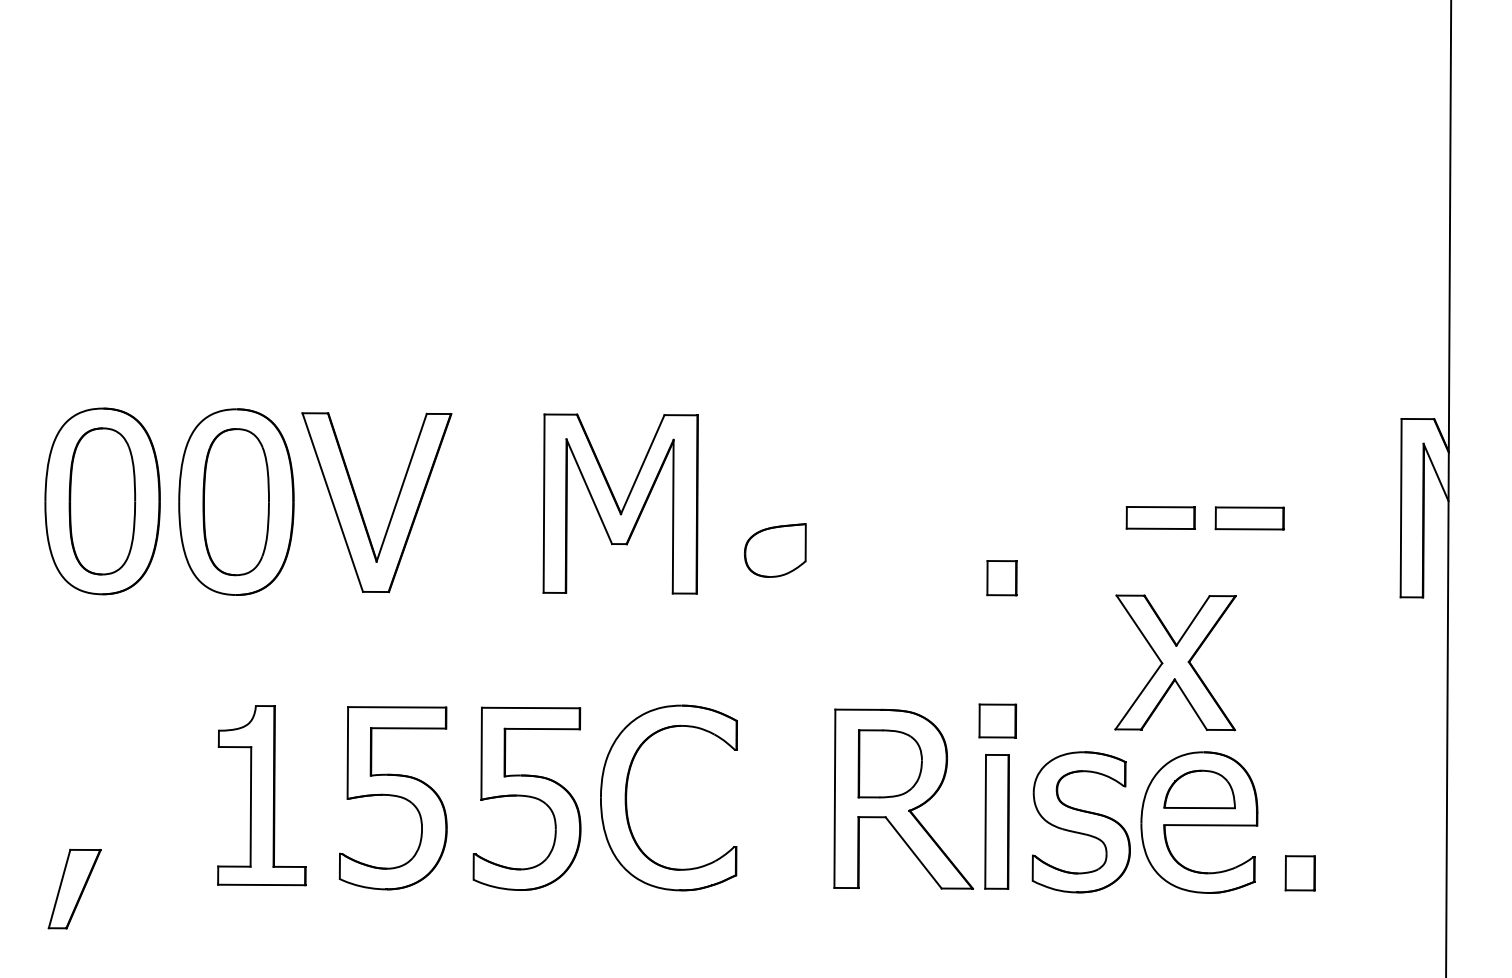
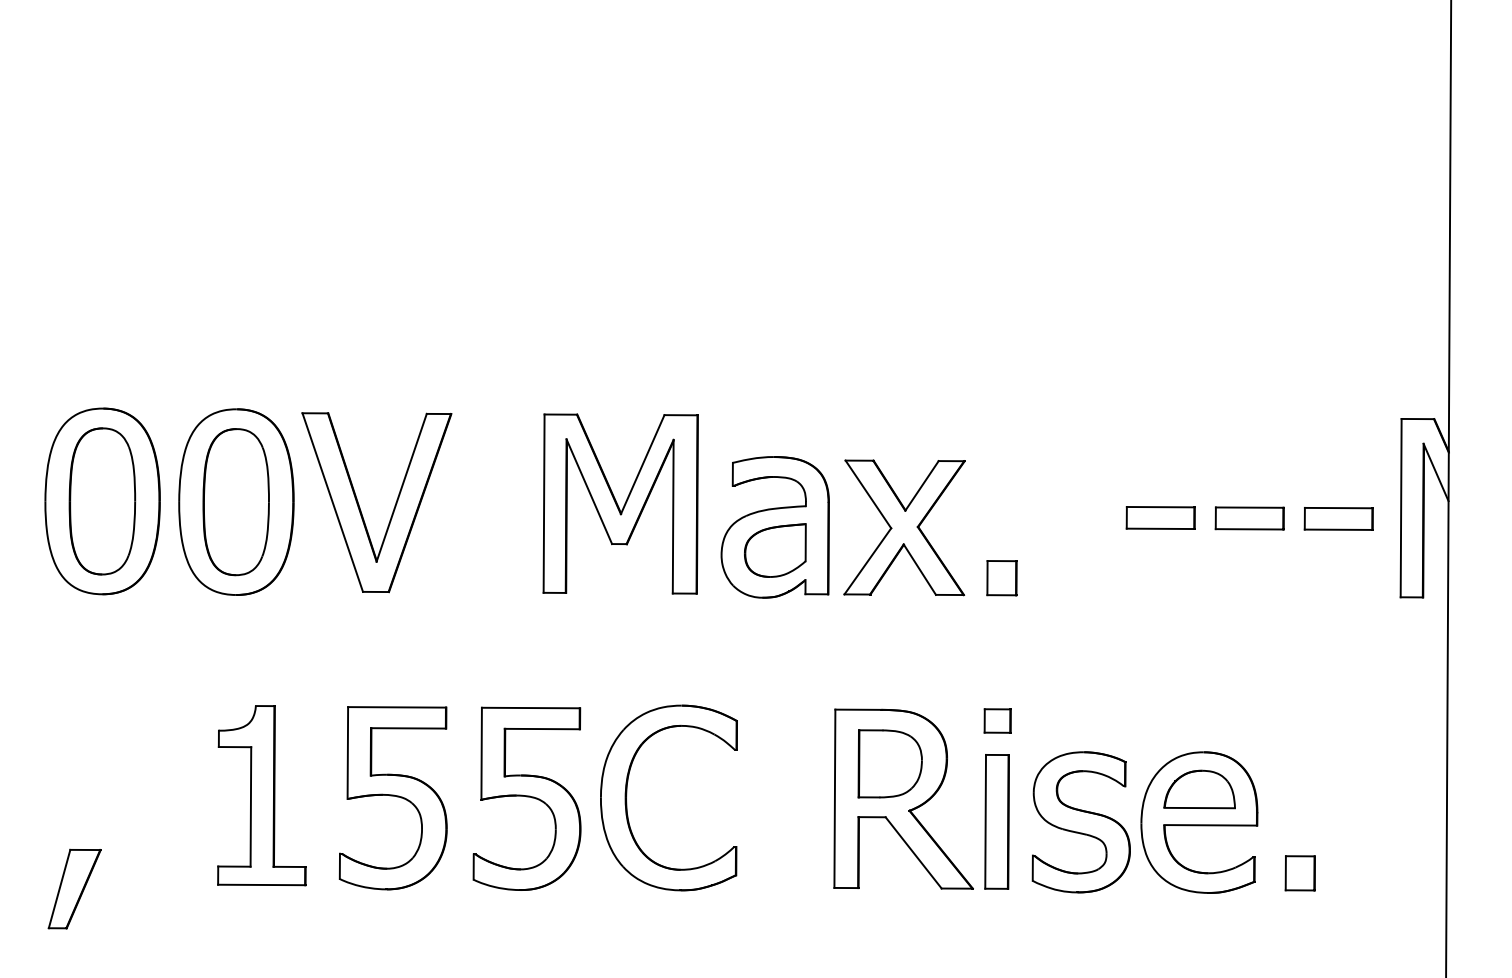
part at (1338, 518): none -> present
part at (774, 527): none -> present
part at (1175, 662) position: (1175, 662) -> (904, 527)
part at (997, 720) size: 40x36 px -> 29x26 px
